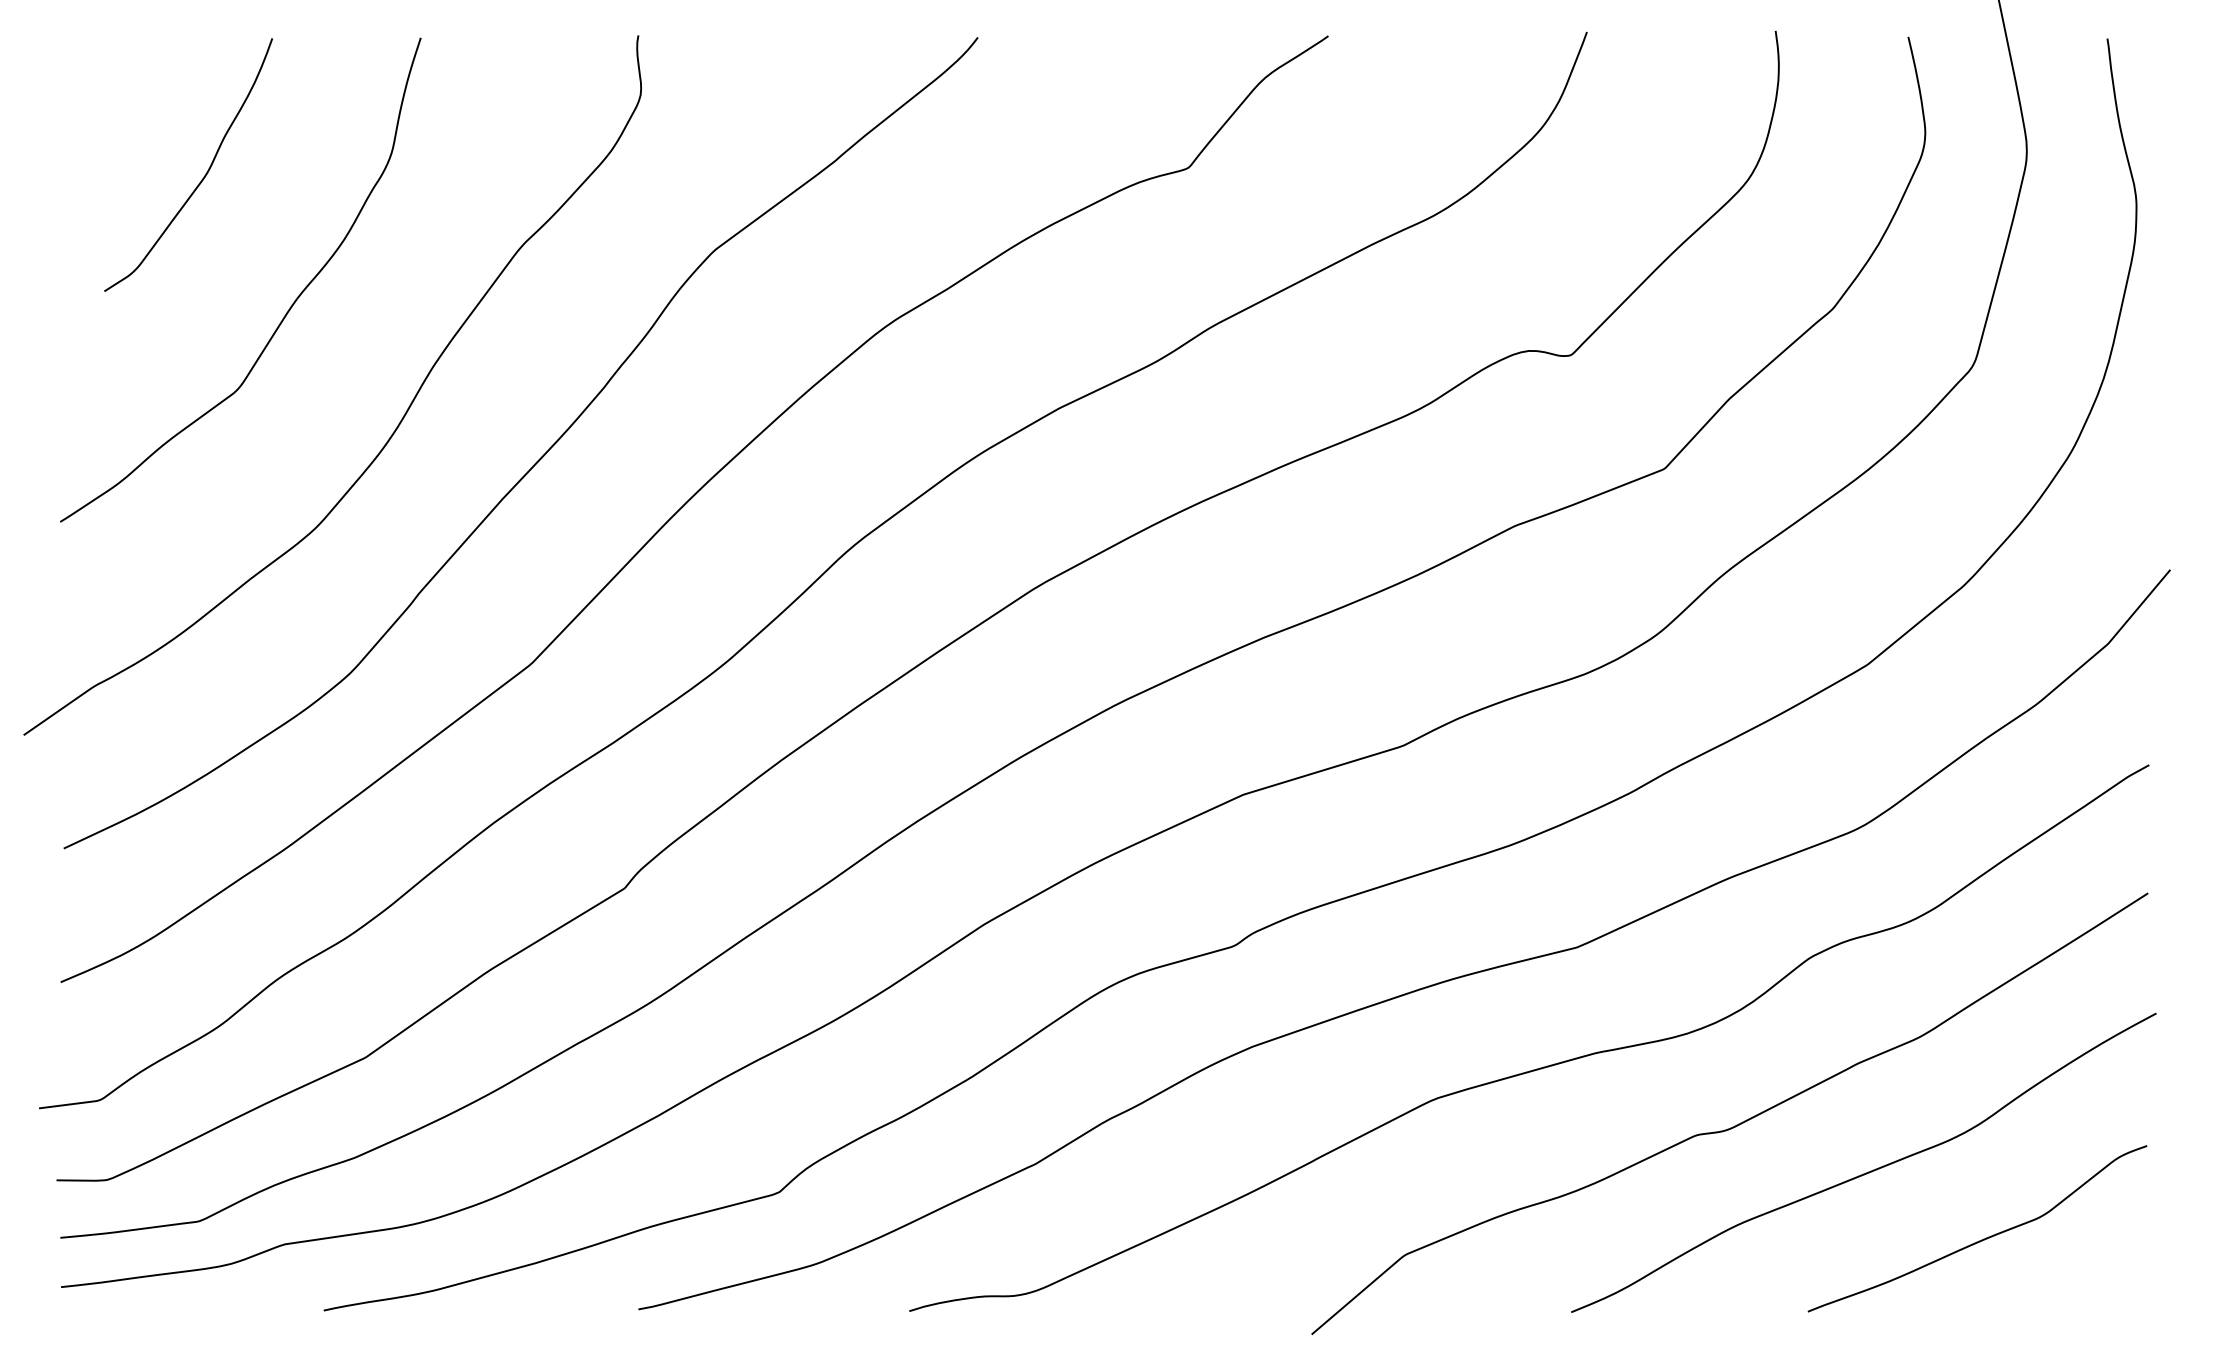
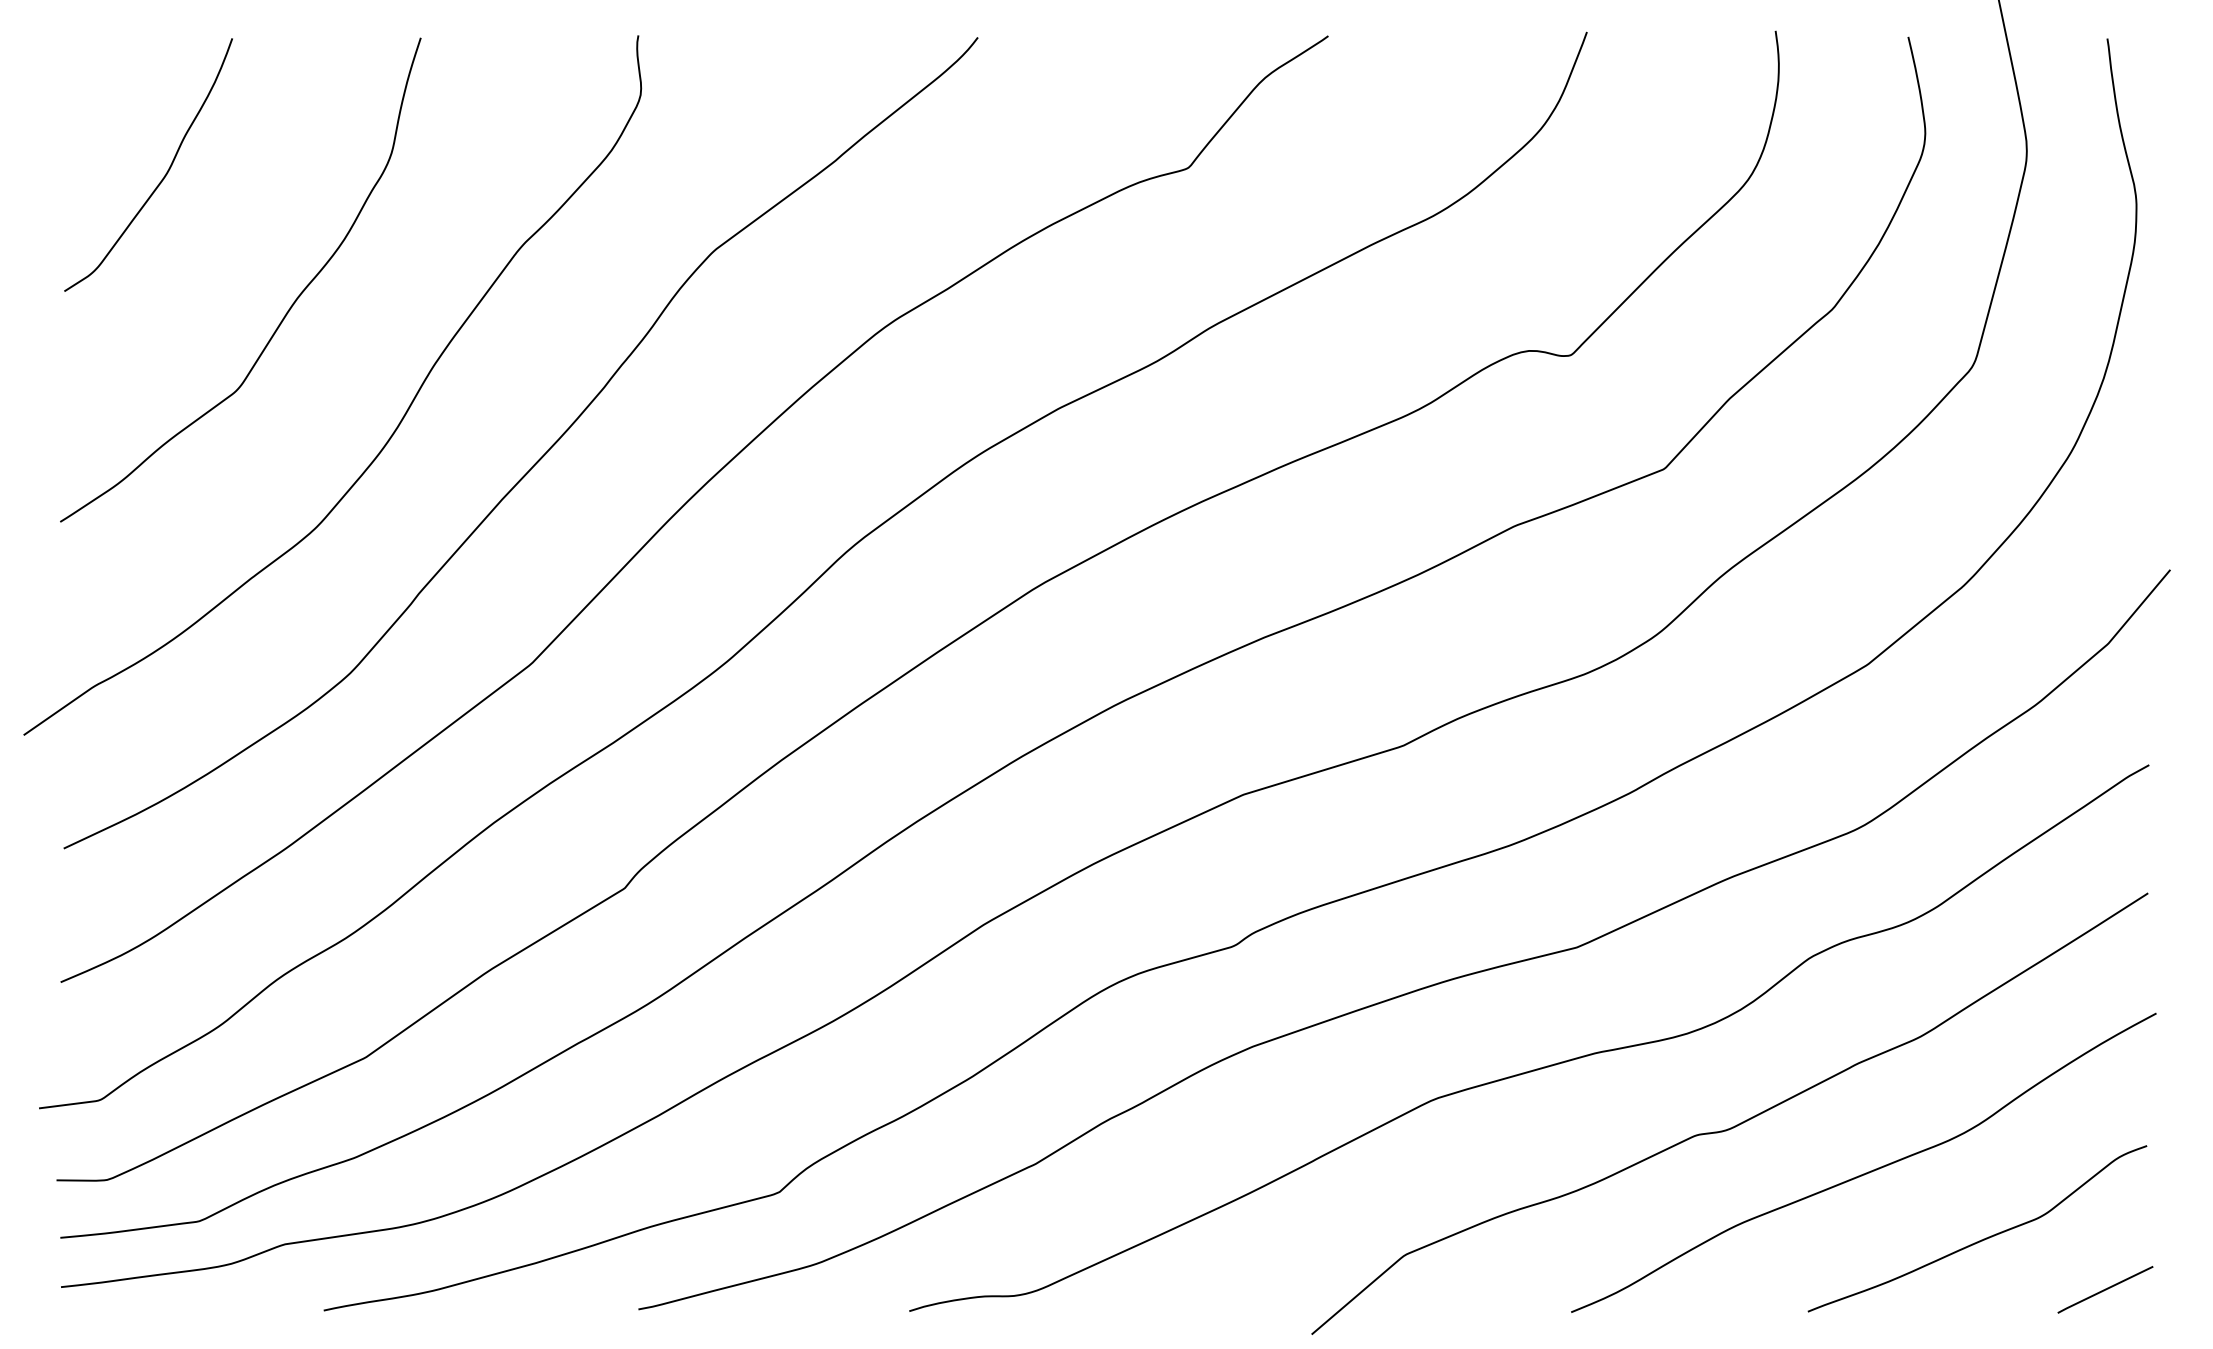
curve at (203, 176) position: (203, 176) -> (163, 176)
line at (2105, 1289): none -> present
